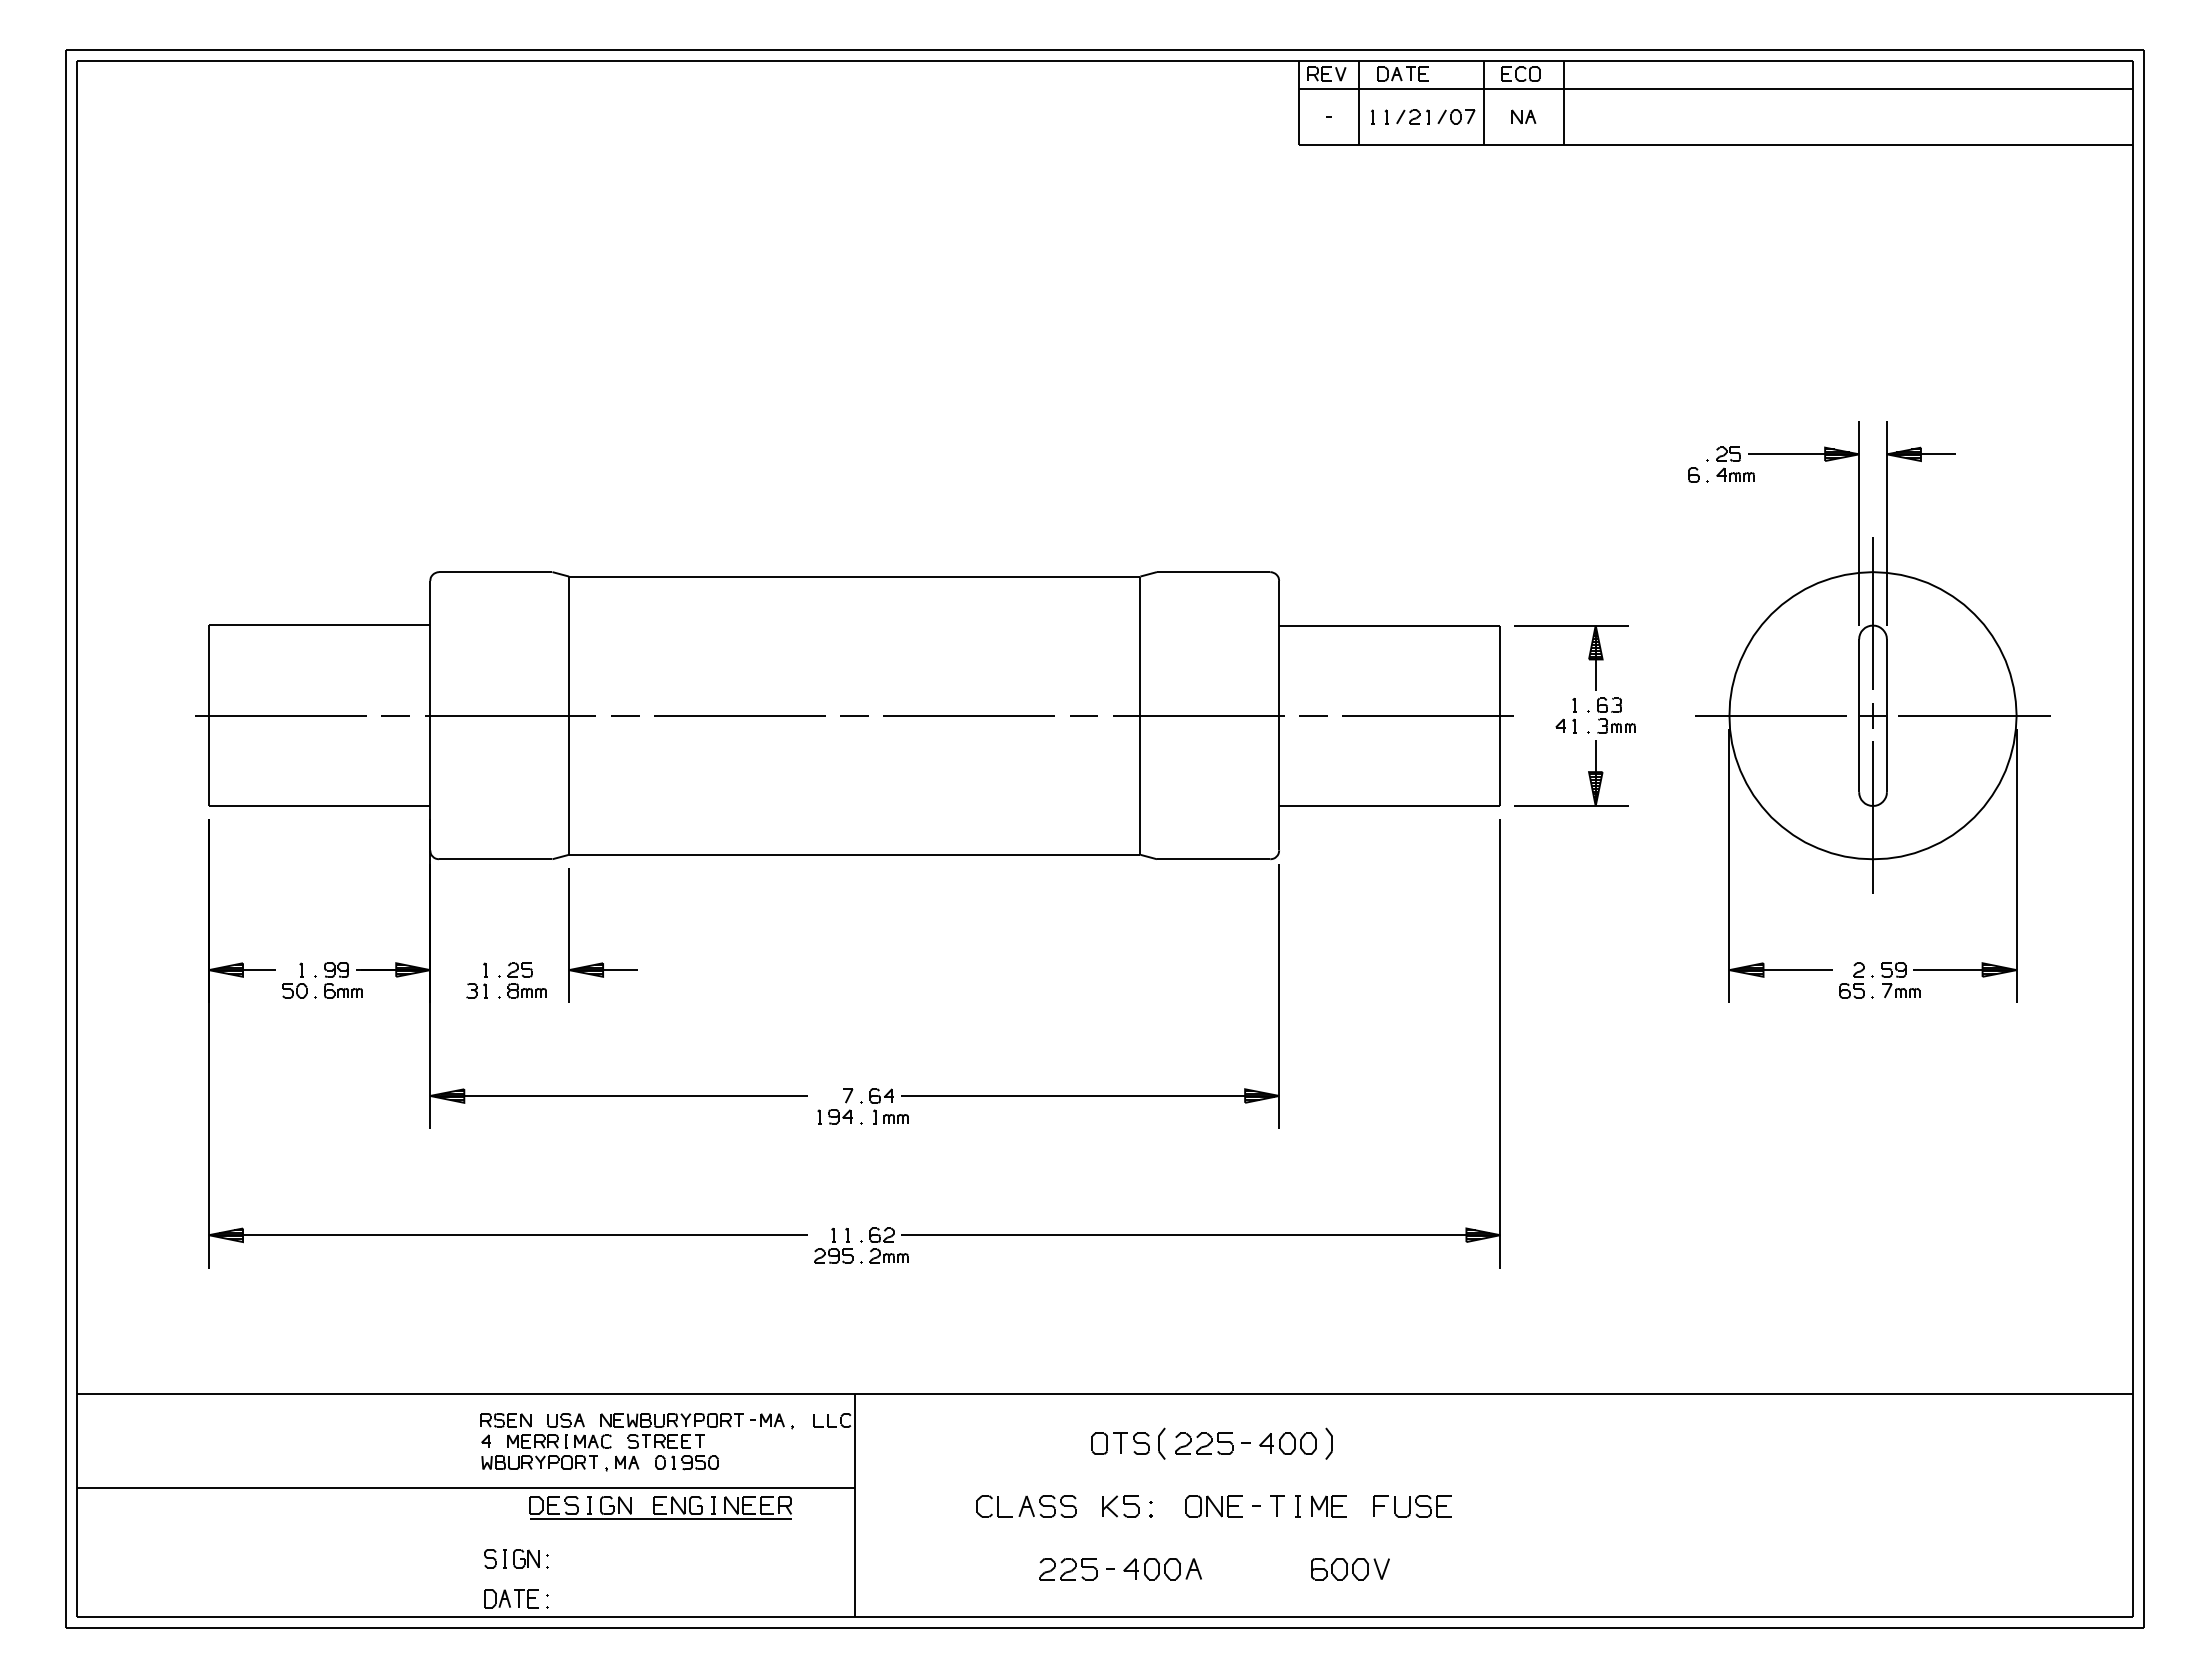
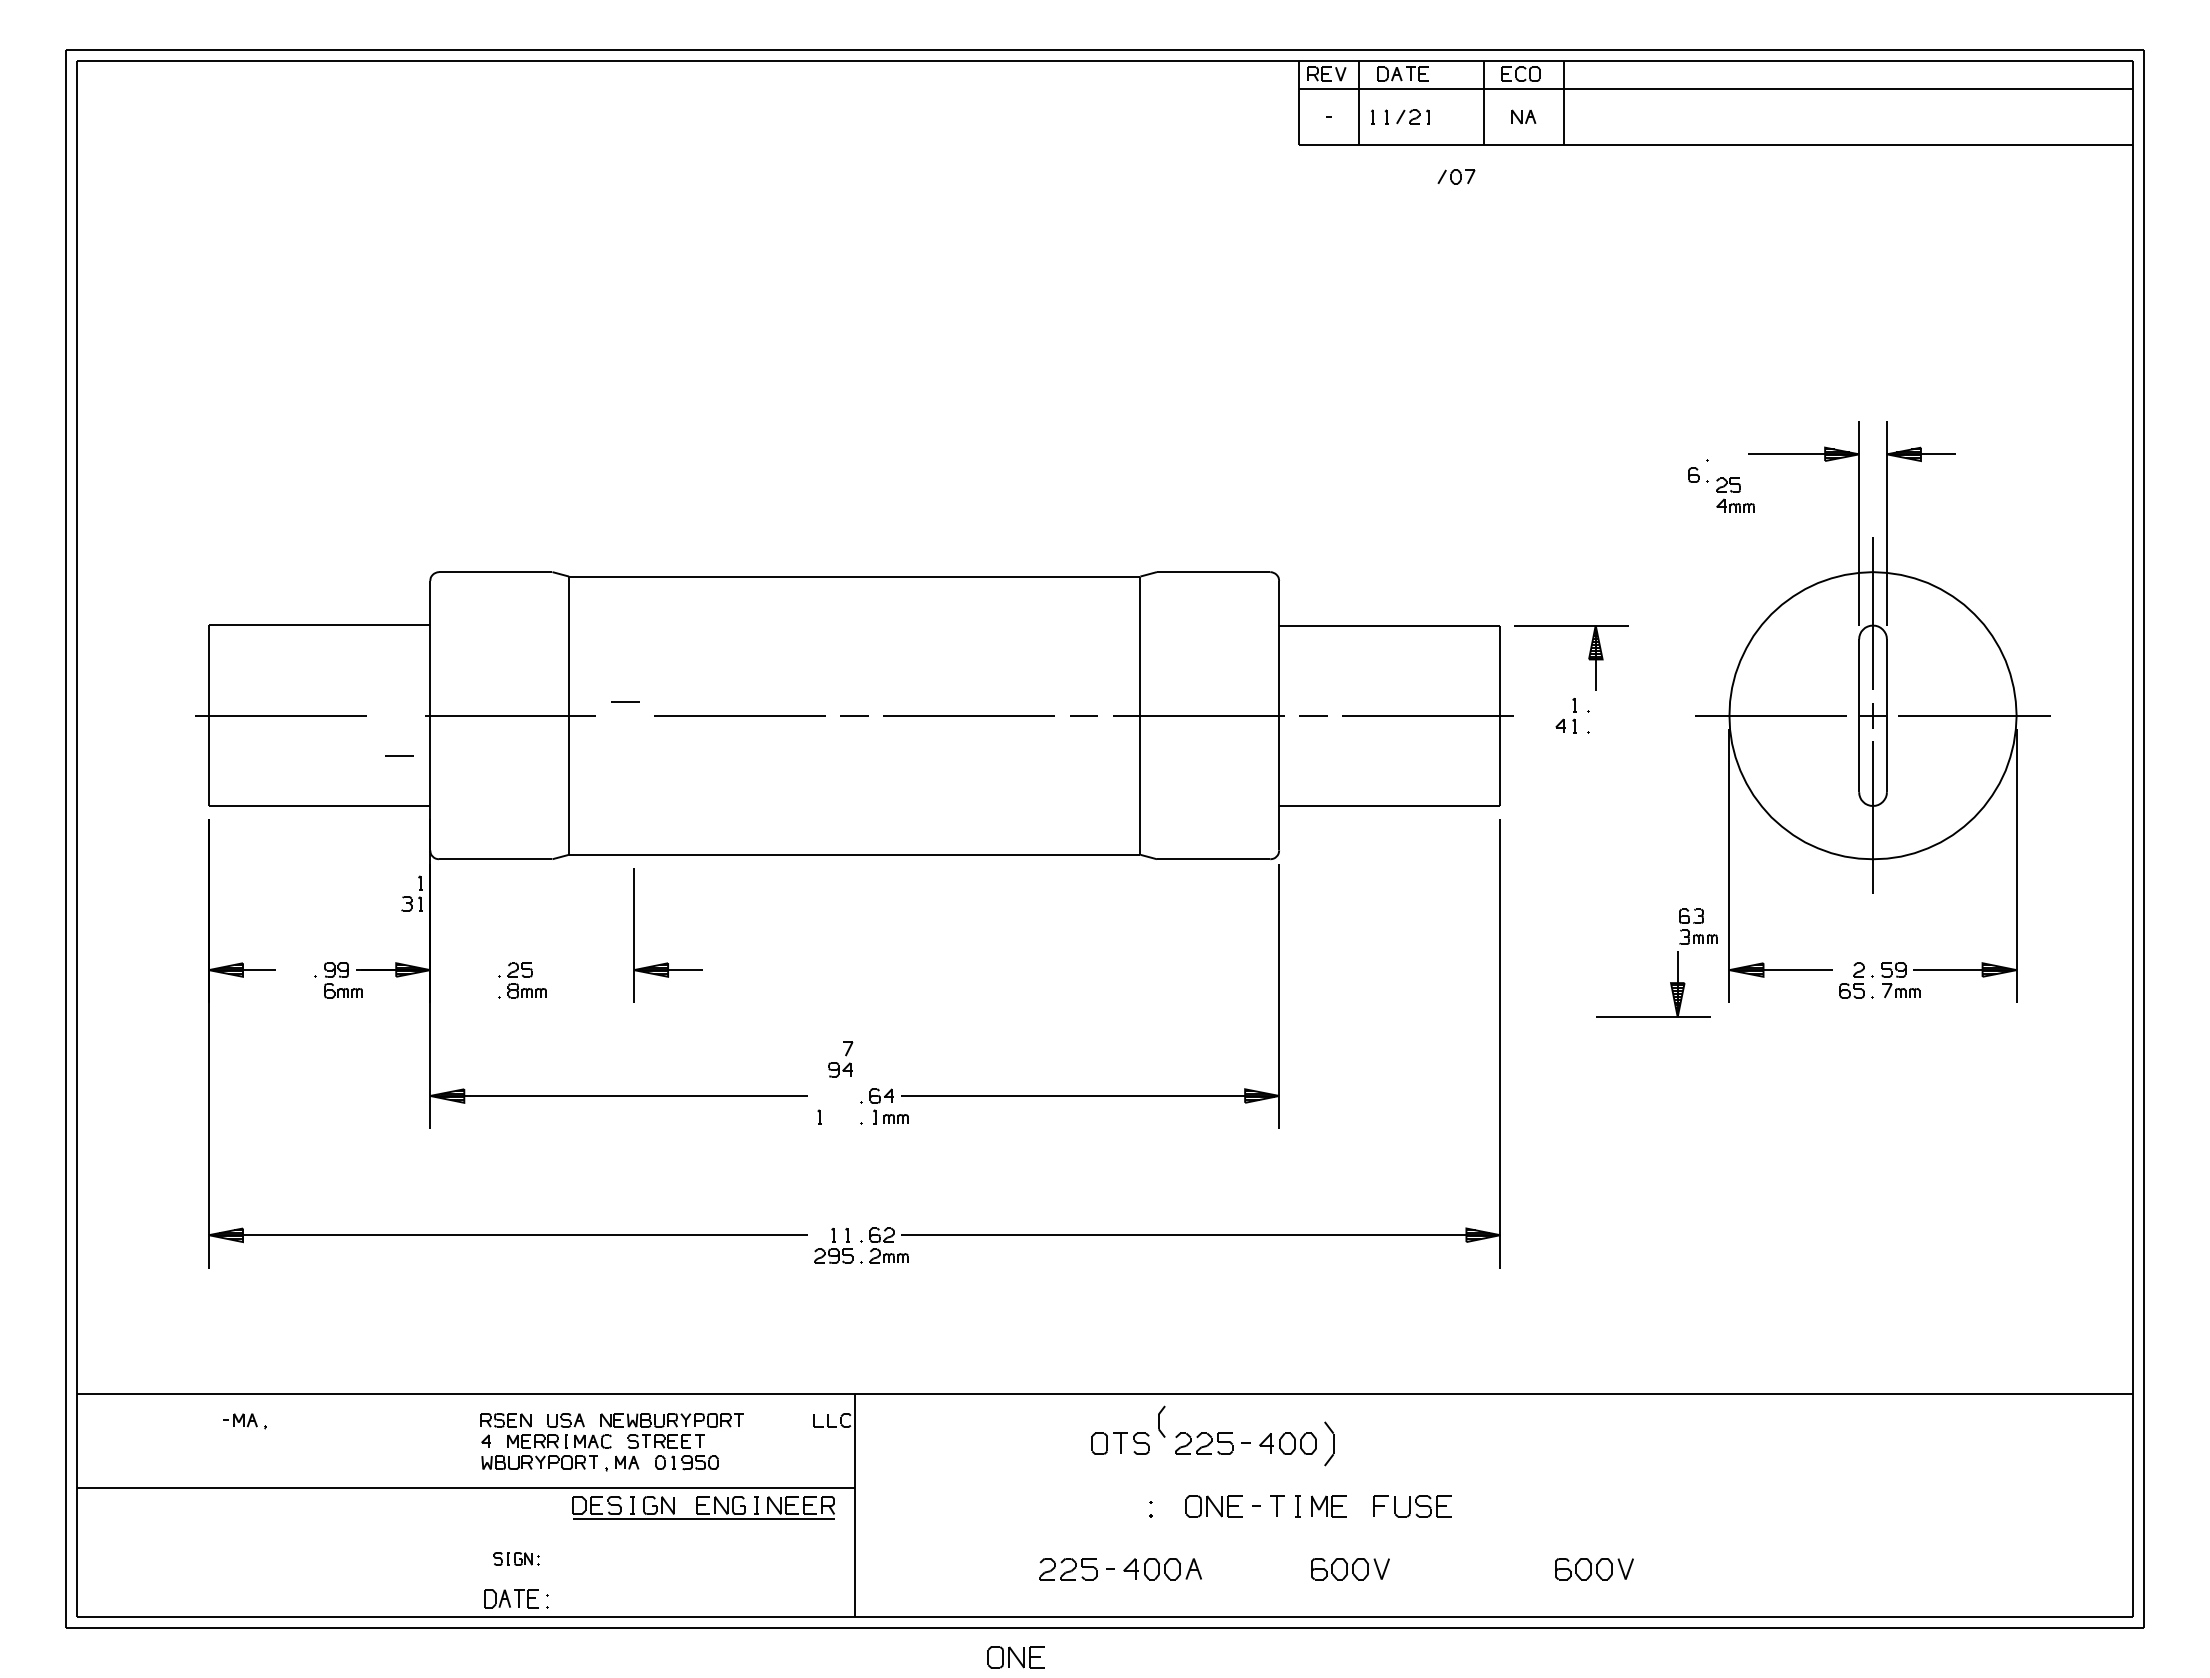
part at (1456, 116) position: (1456, 116) -> (1456, 176)
part at (1735, 463) position: (1735, 463) -> (1735, 494)
line at (395, 715) position: (395, 715) -> (399, 755)
line at (625, 715) position: (625, 715) -> (625, 701)
part at (1595, 751) position: (1595, 751) -> (1677, 962)
part at (602, 962) position: (602, 962) -> (667, 962)
part at (299, 980): present -> none
part at (476, 980) position: (476, 980) -> (411, 893)
part at (840, 1106) position: (840, 1106) -> (840, 1059)
part at (771, 1421) position: (771, 1421) -> (244, 1421)
part at (1161, 1443) position: (1161, 1443) -> (1161, 1421)
part at (1328, 1443) size: 8x33 px -> 11x46 px
part at (1026, 1506): present -> none
part at (1120, 1506): present -> none
part at (660, 1507) position: (660, 1507) -> (703, 1507)
part at (516, 1558) size: 65x20 px -> 47x14 px
part at (1594, 1569): none -> present
part at (1015, 1657): none -> present
